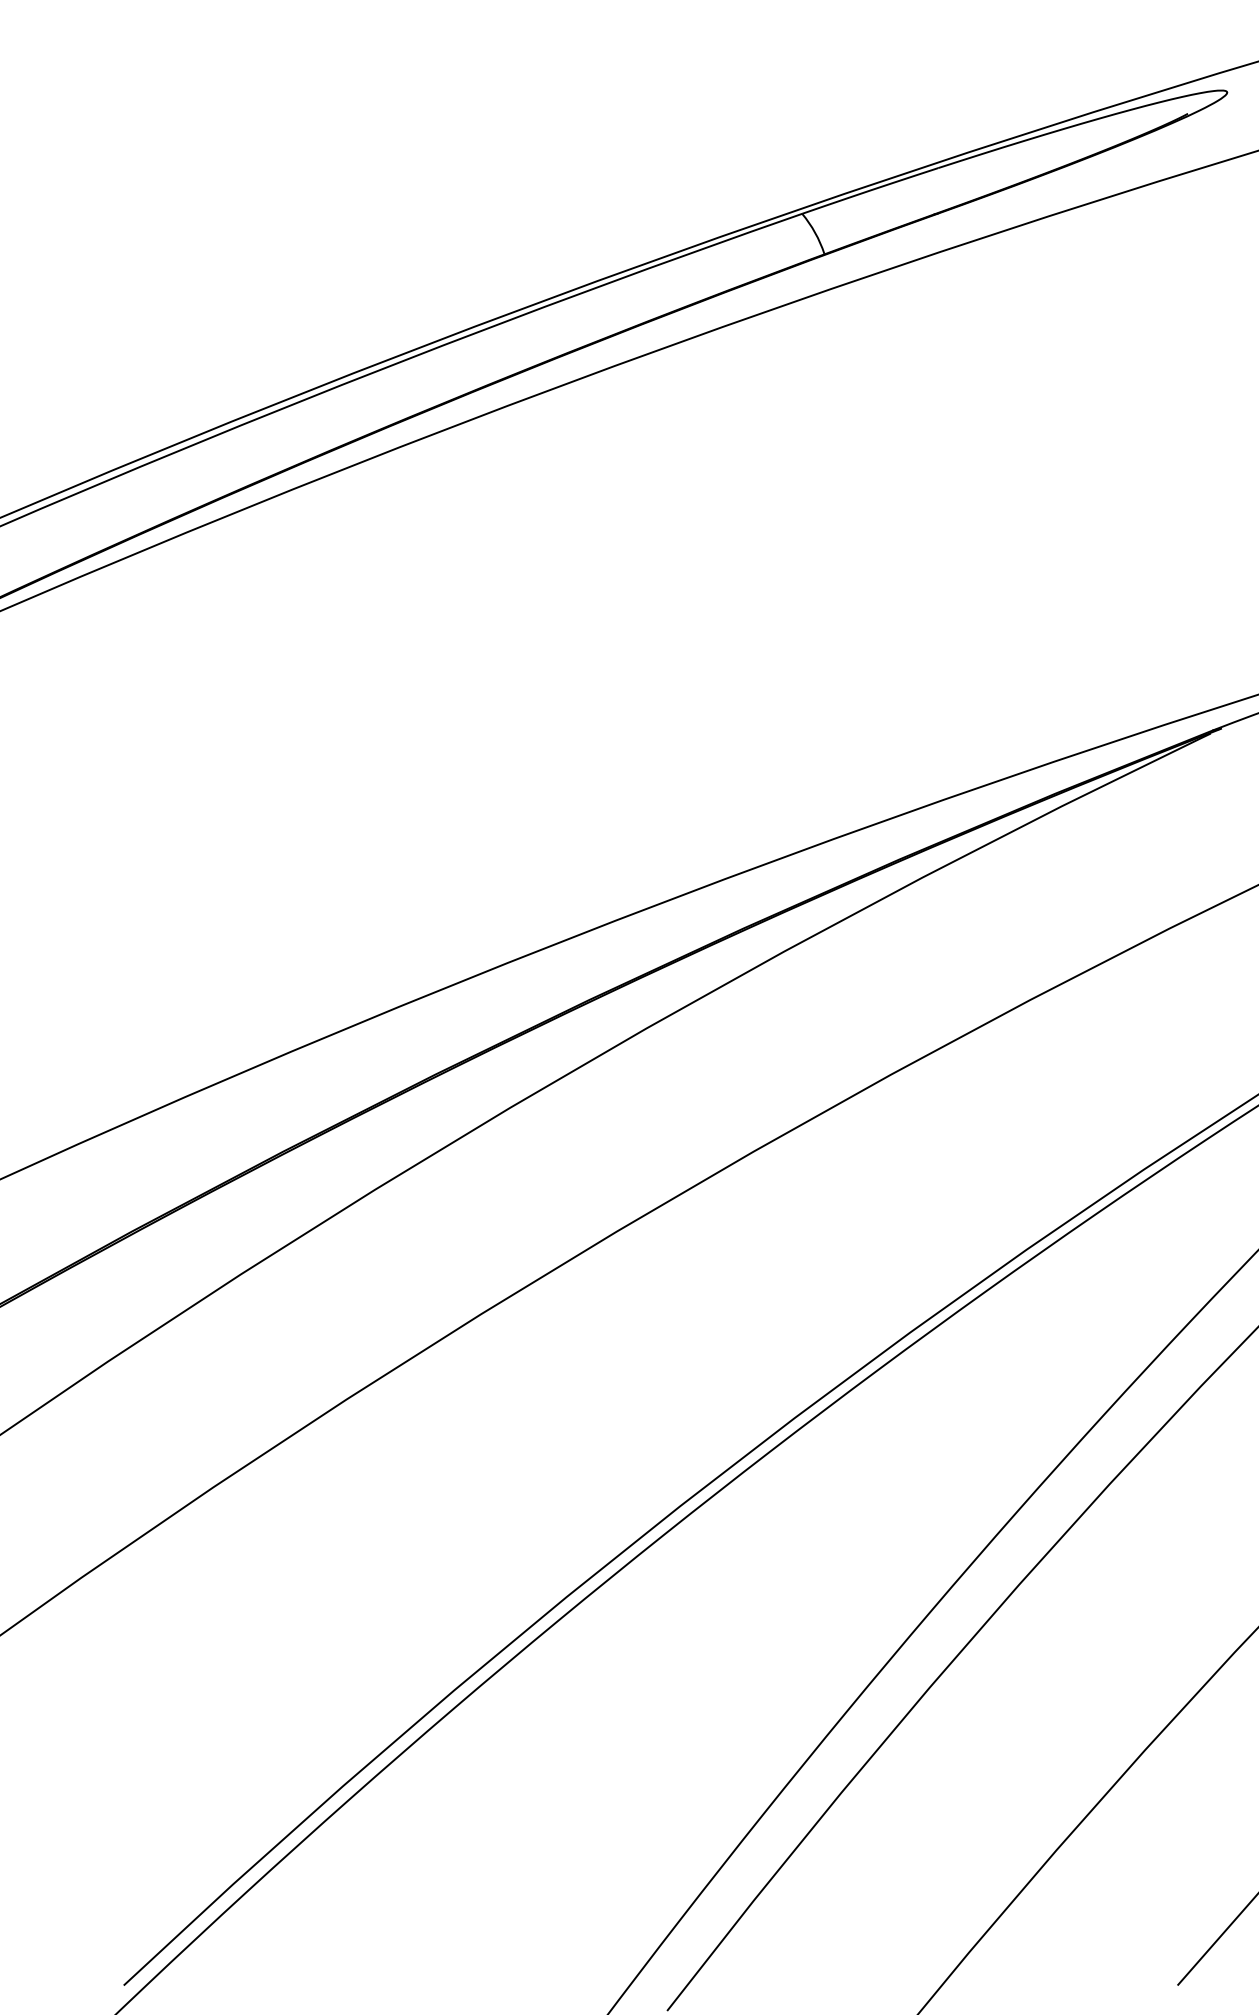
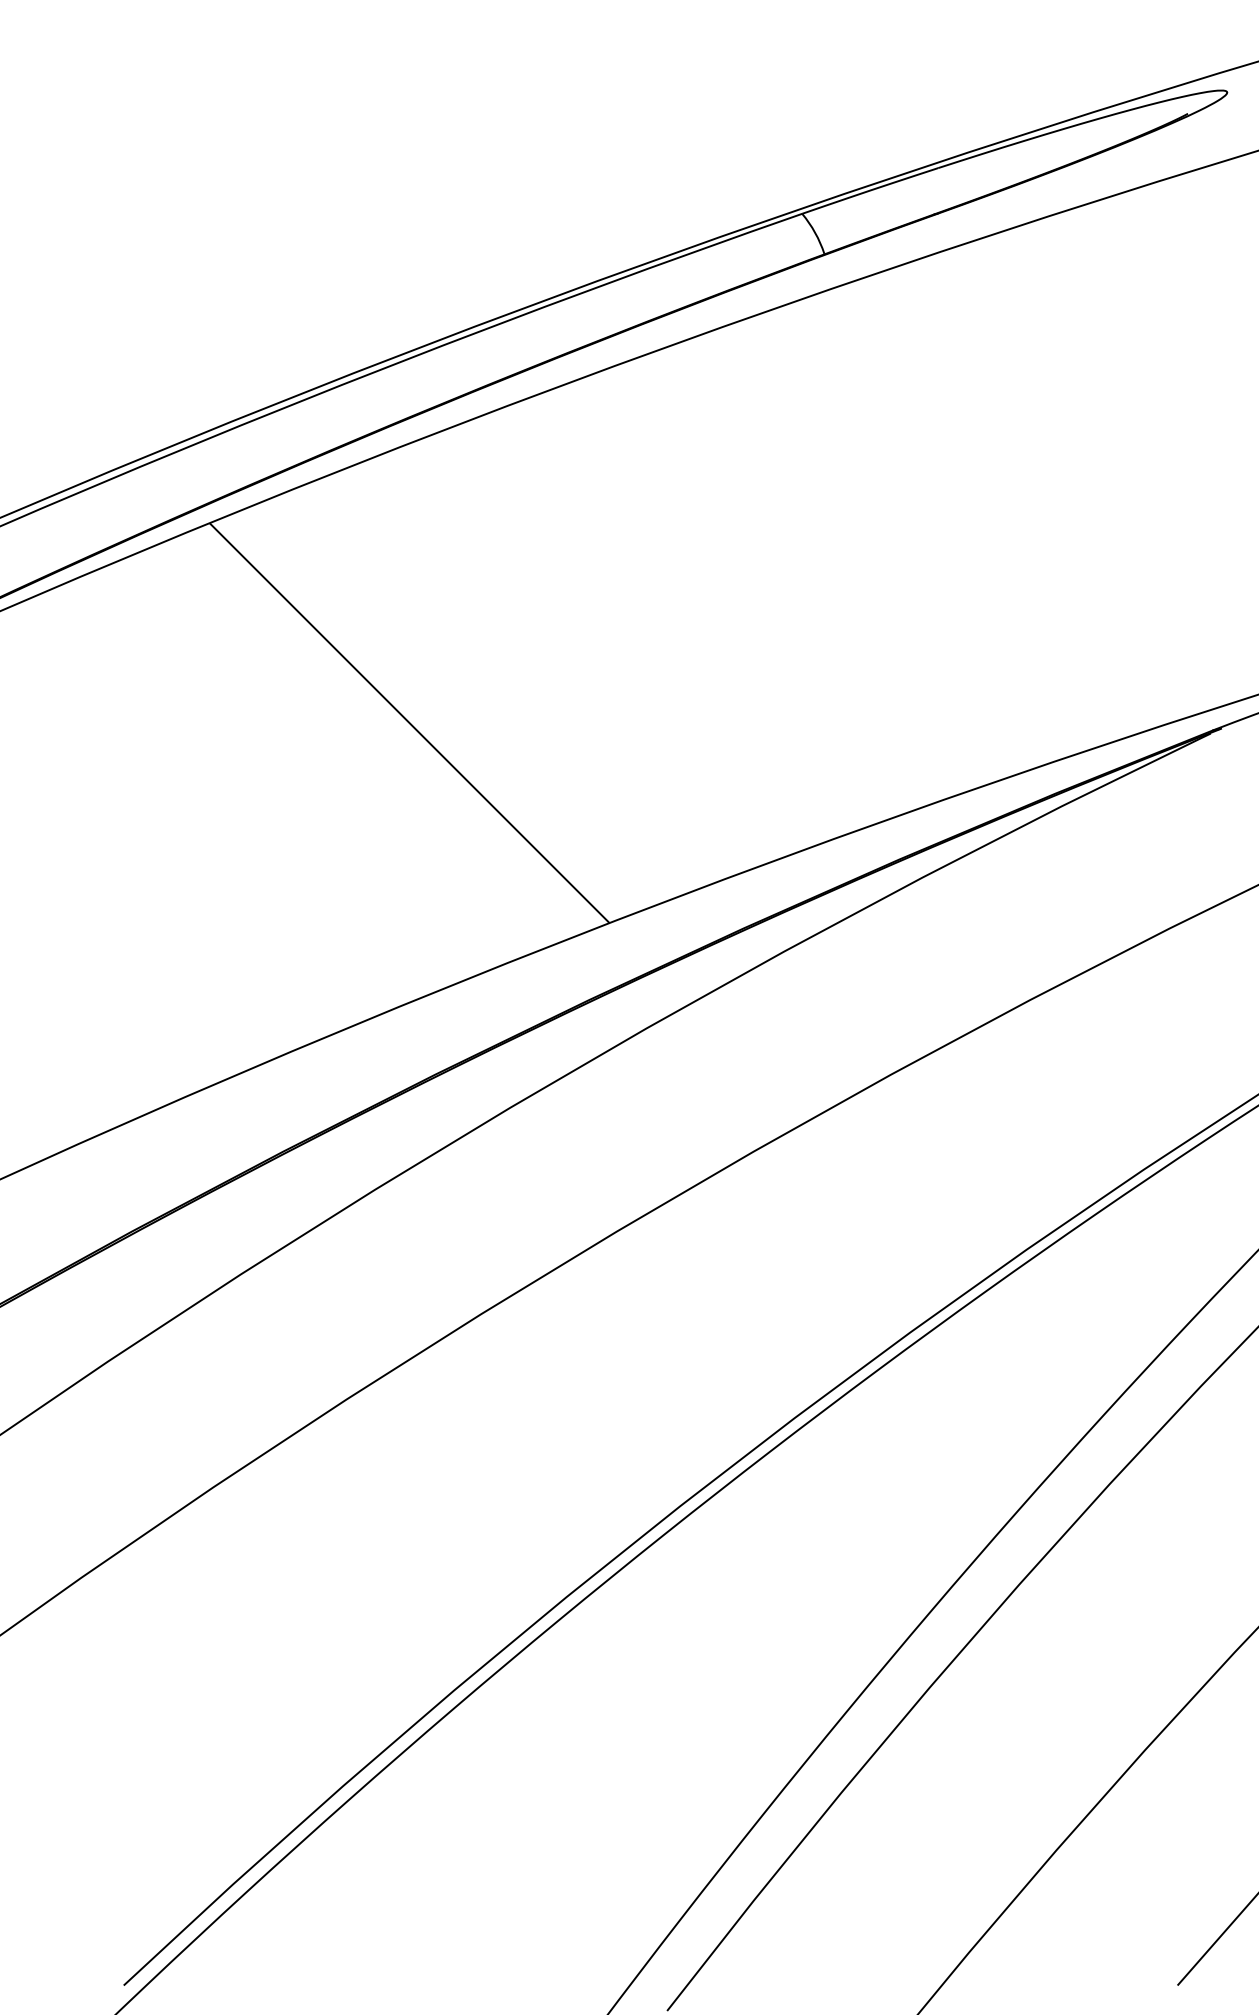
hatch at (409, 723): none -> present
